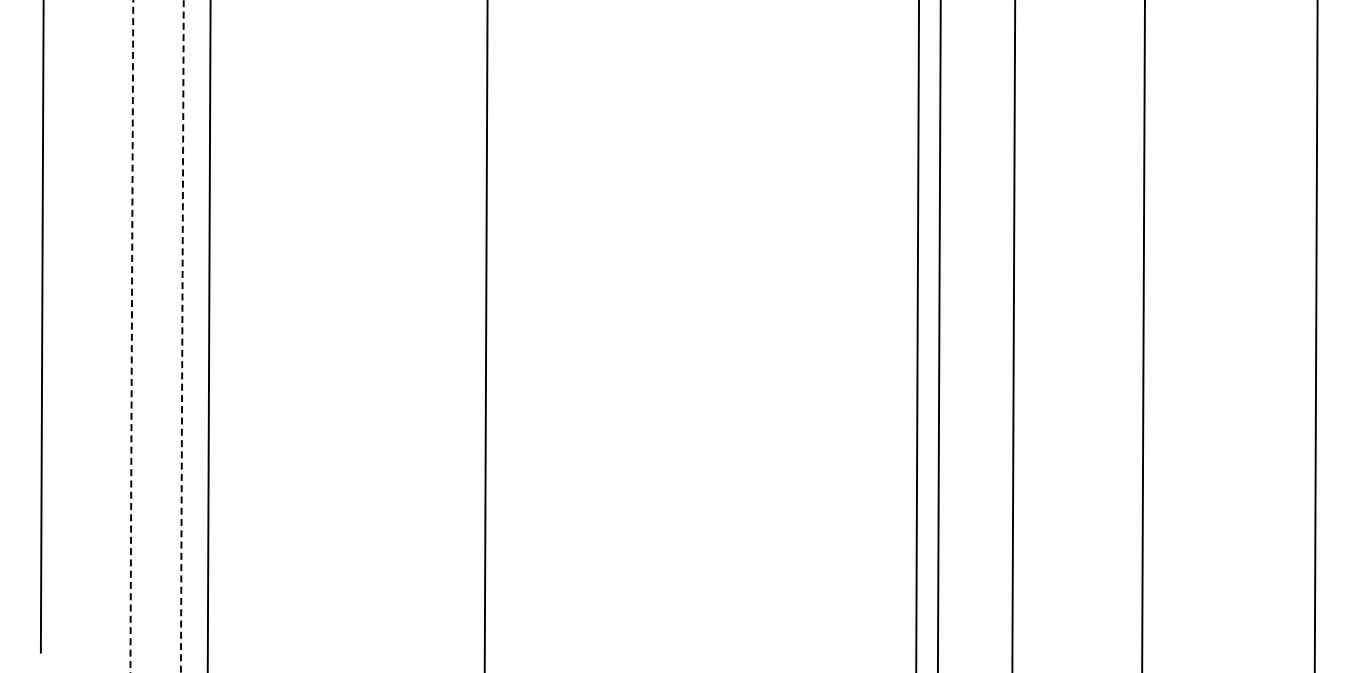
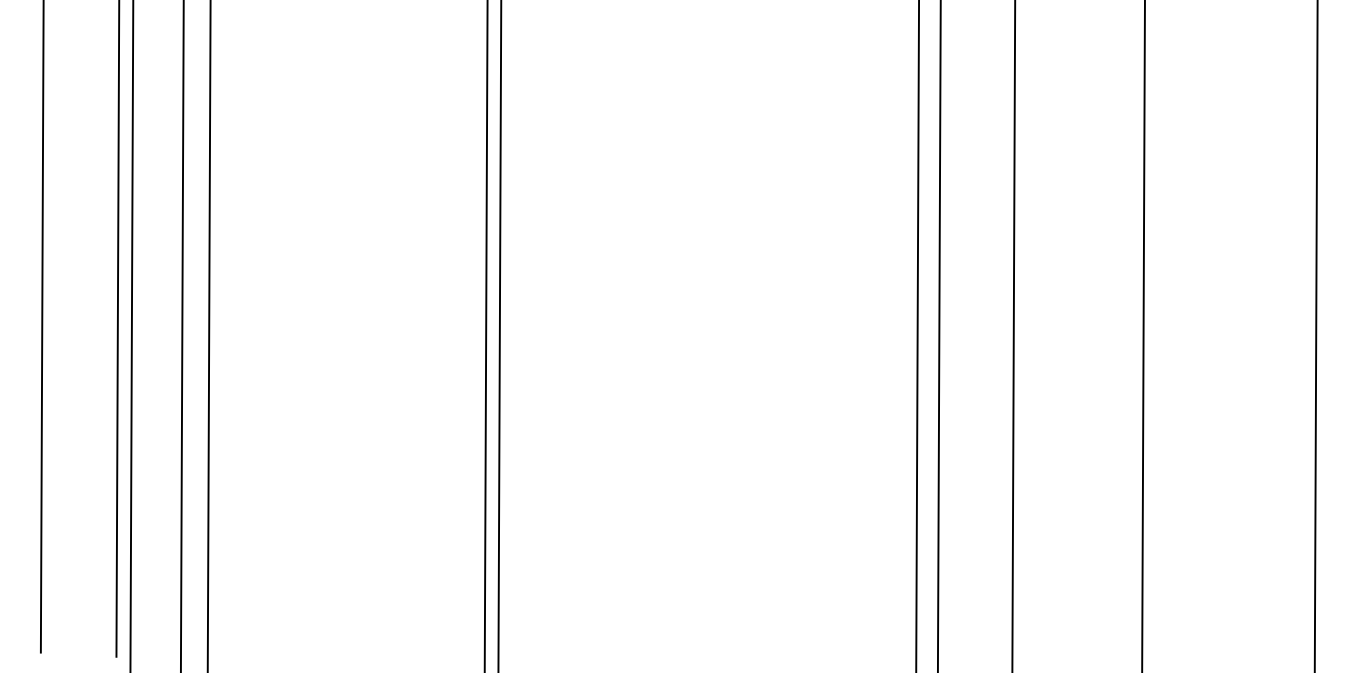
line at (117, 329): none -> present
line at (499, 335): none -> present
line at (131, 336): dashed -> solid
line at (182, 337): dashed -> solid
